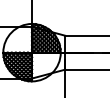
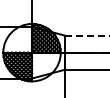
line at (87, 35): solid -> dashed
